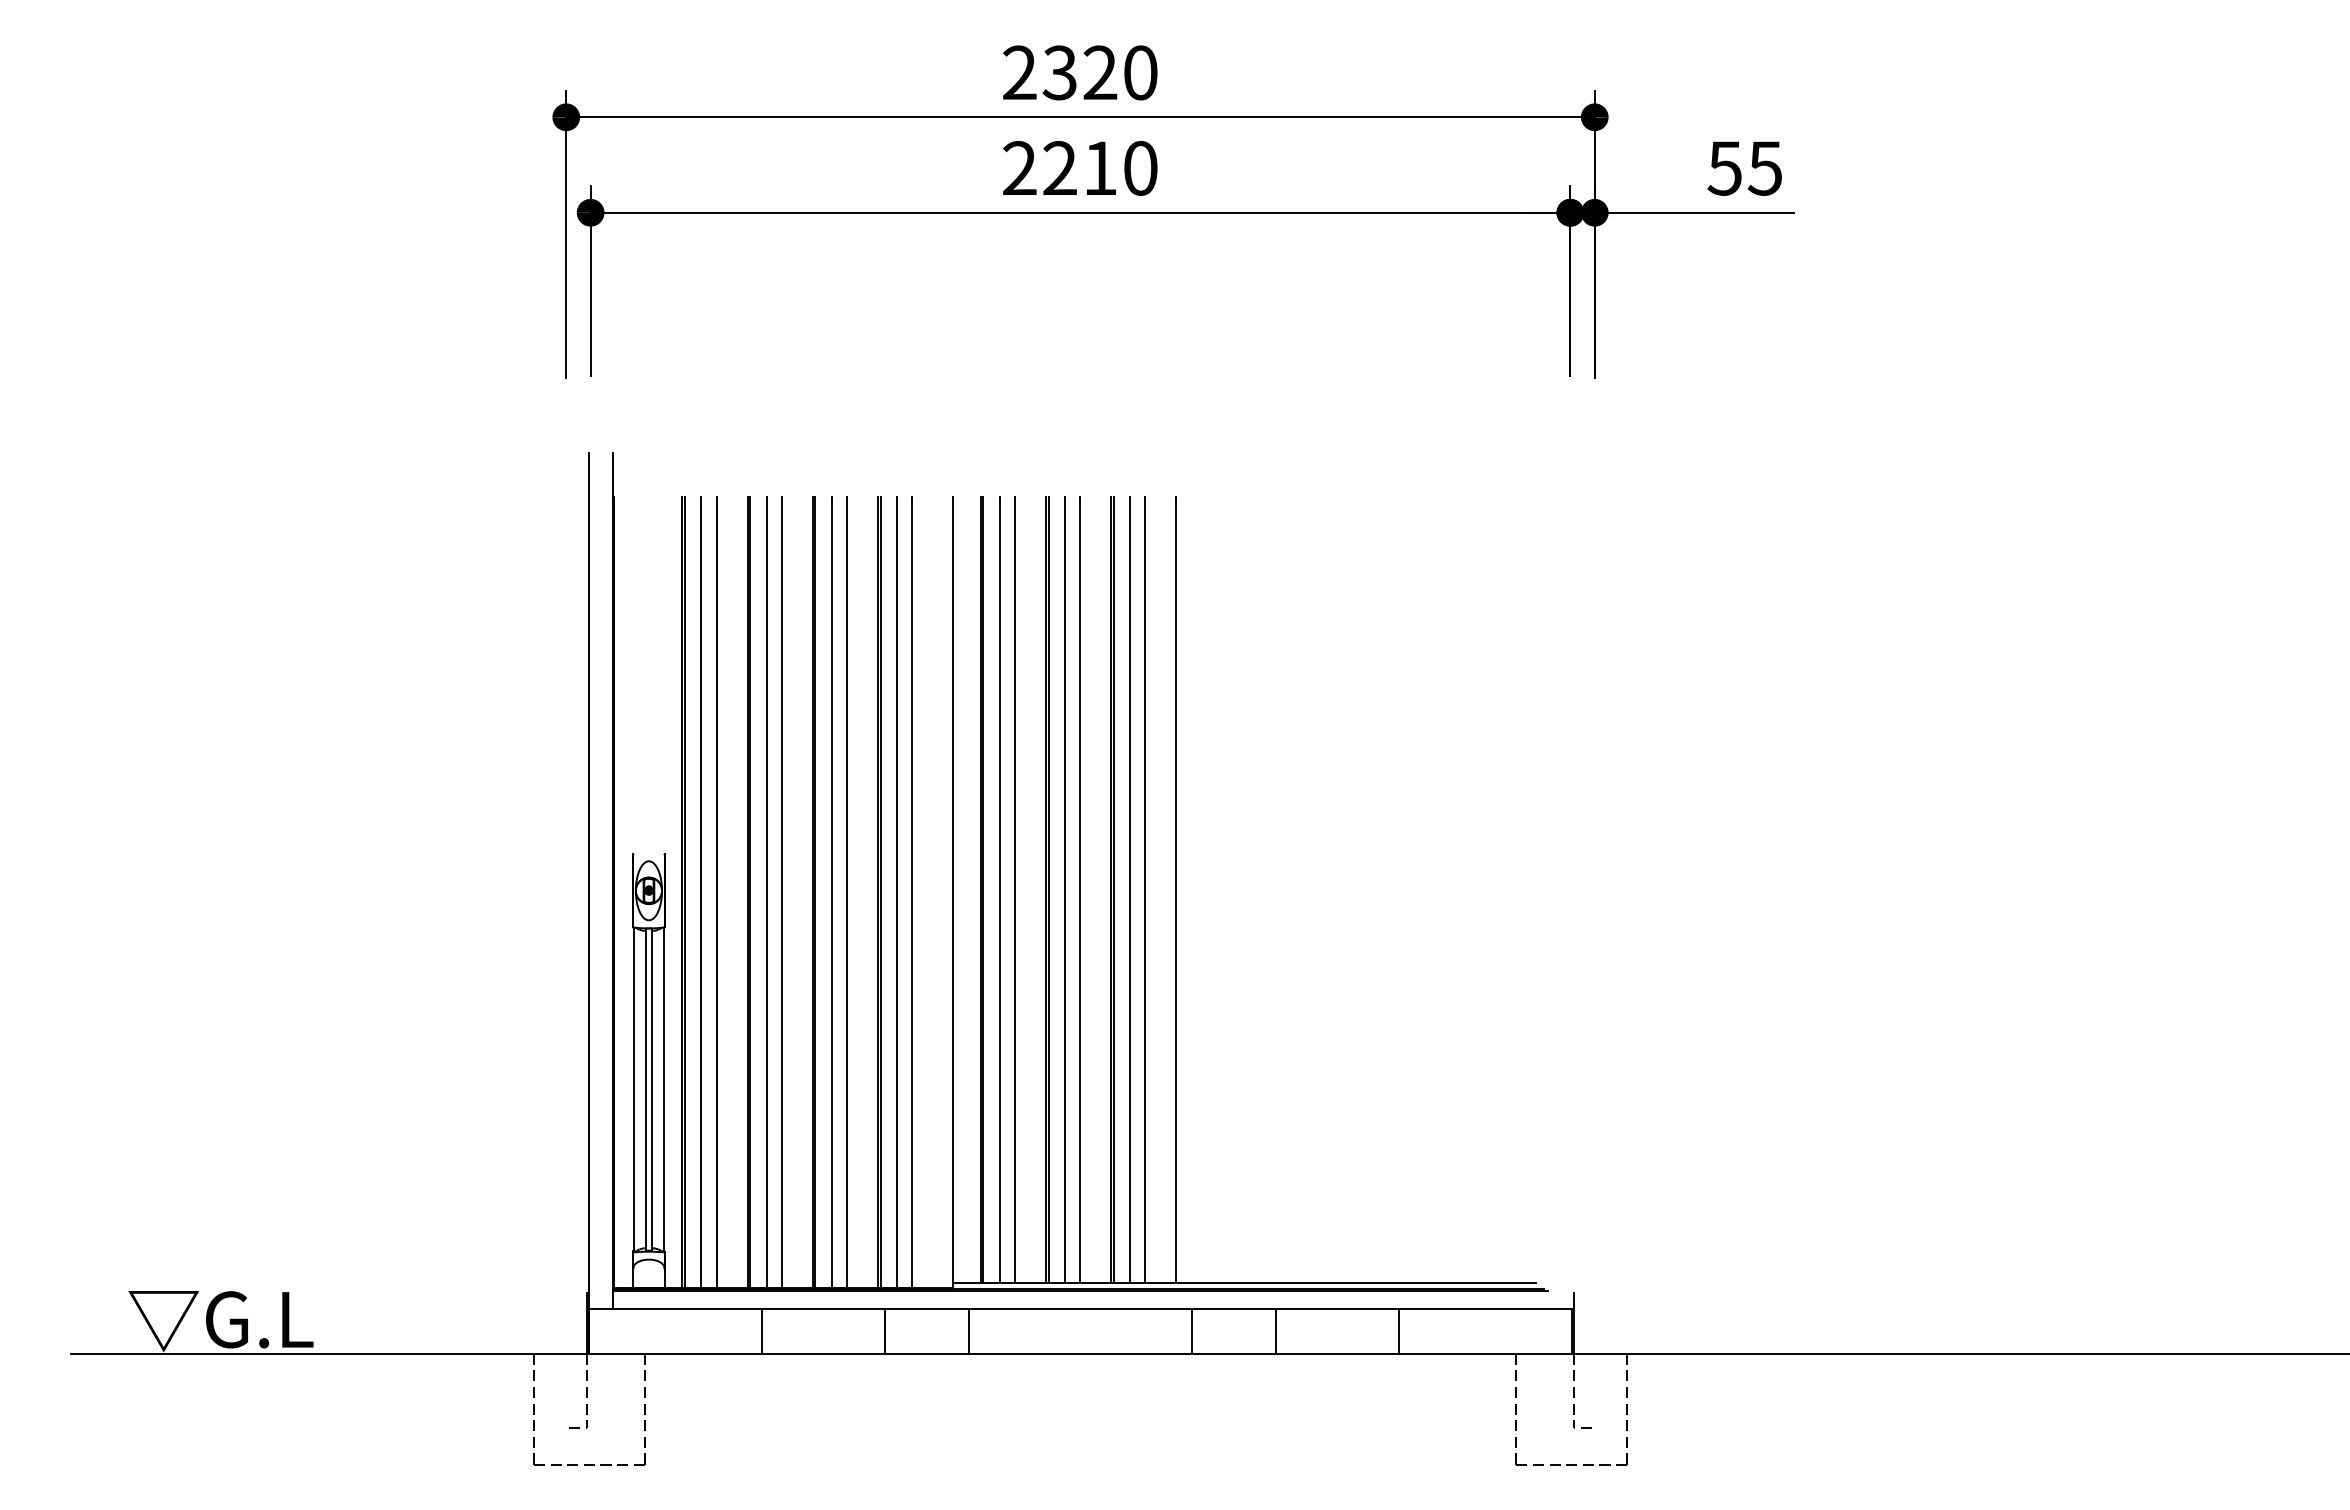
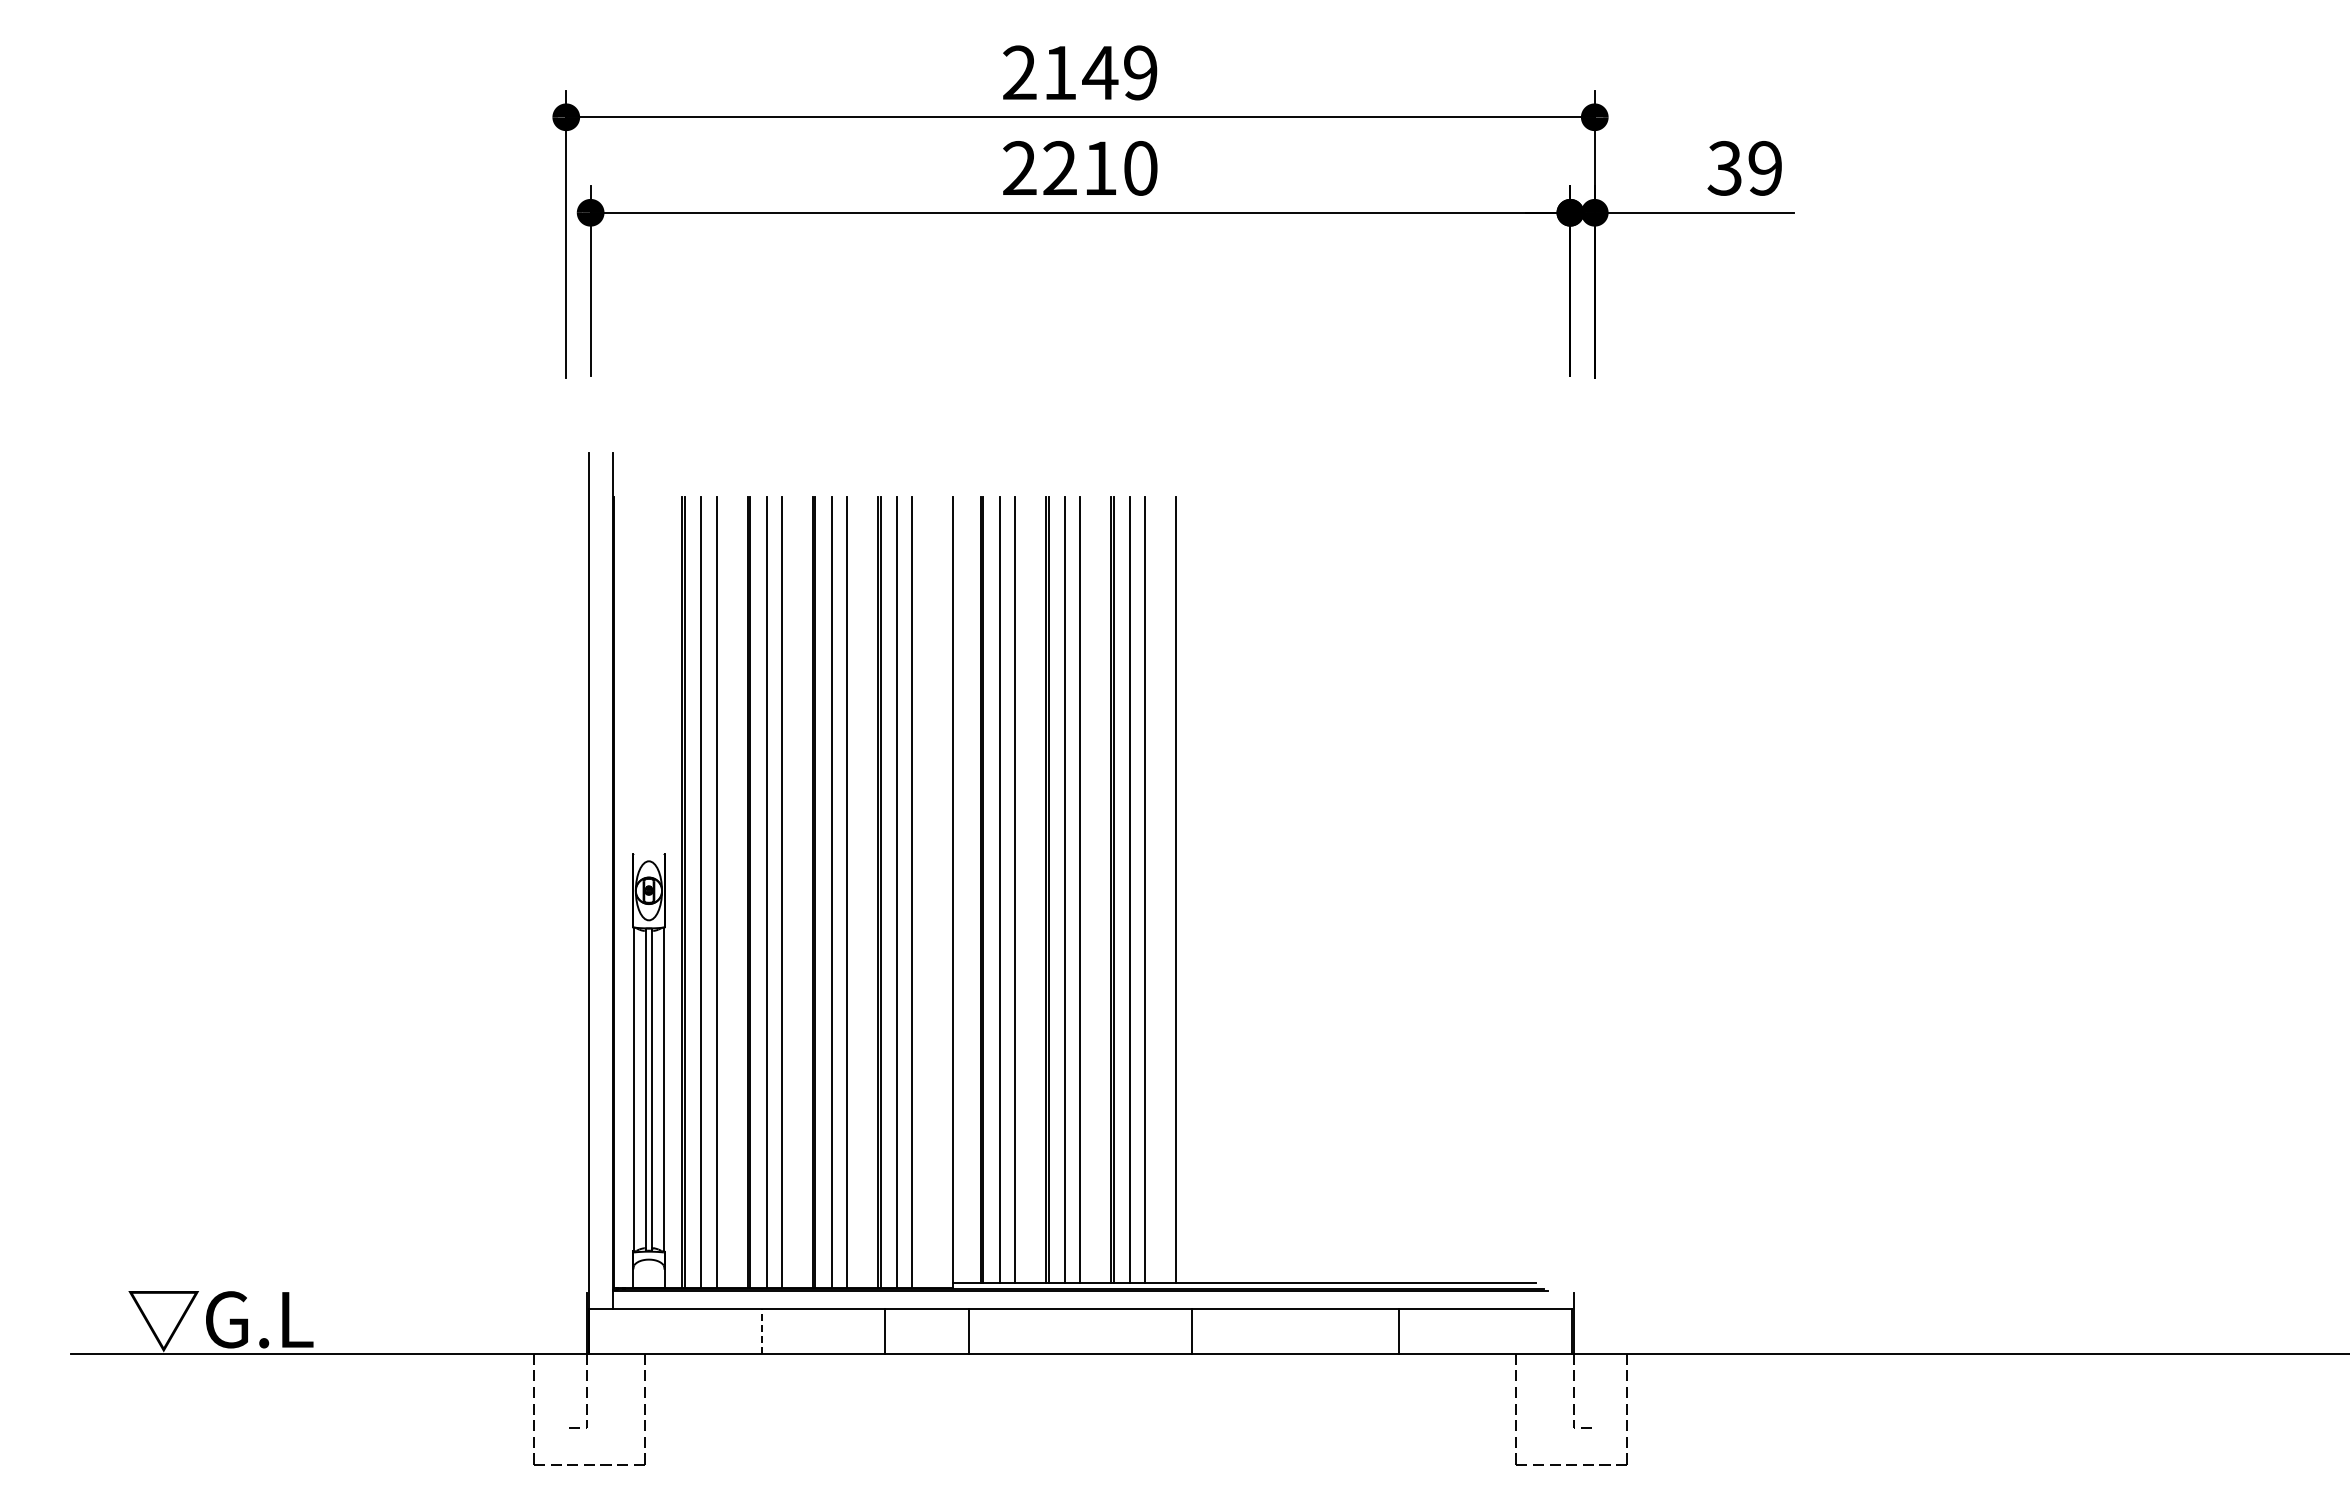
text at (1099, 72): 2320 -> 2149
text at (1744, 168): 55 -> 39
line at (762, 1331): solid -> dashed
line at (1276, 1331): present -> none
